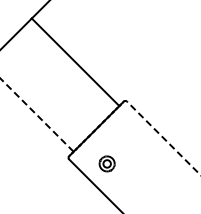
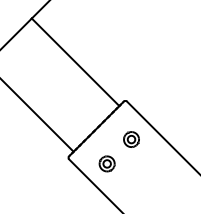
line at (36, 115): dashed -> solid
line at (163, 138): dashed -> solid
part at (131, 139): none -> present
